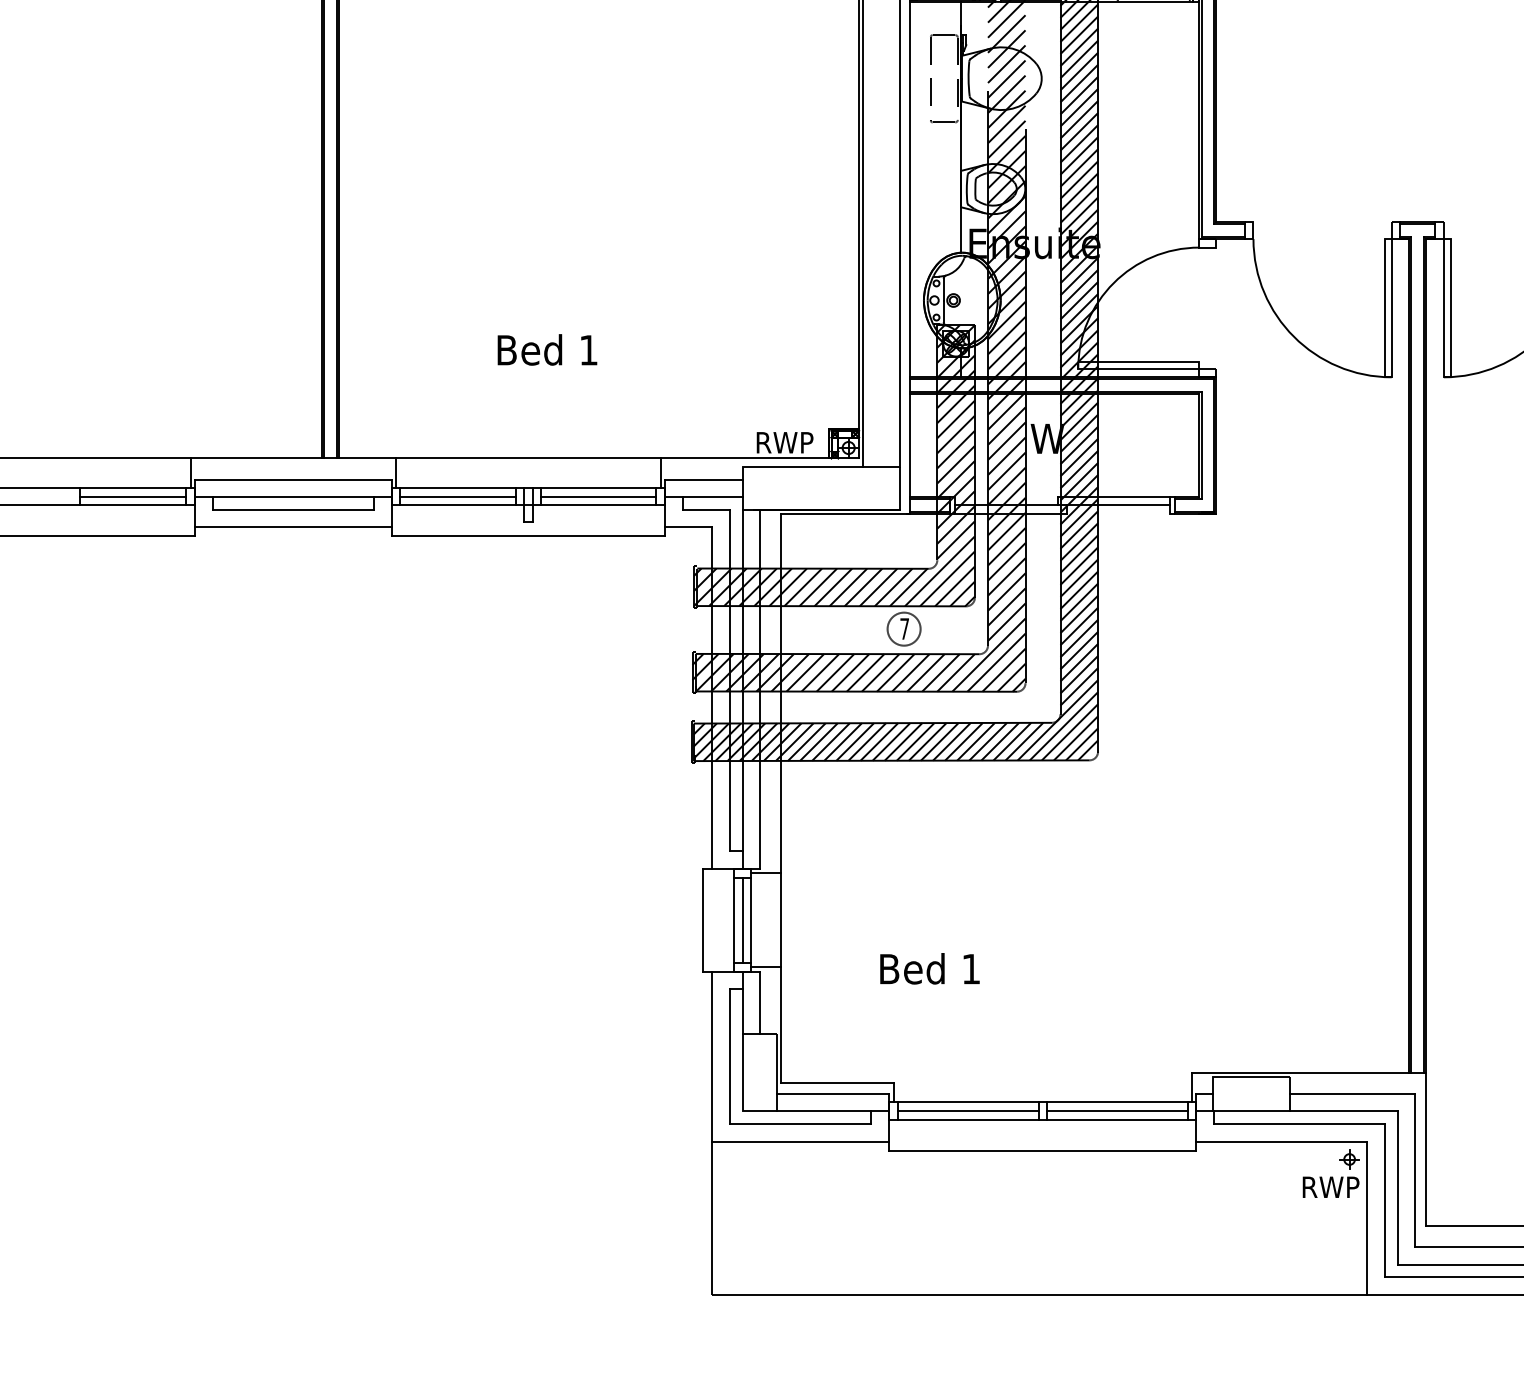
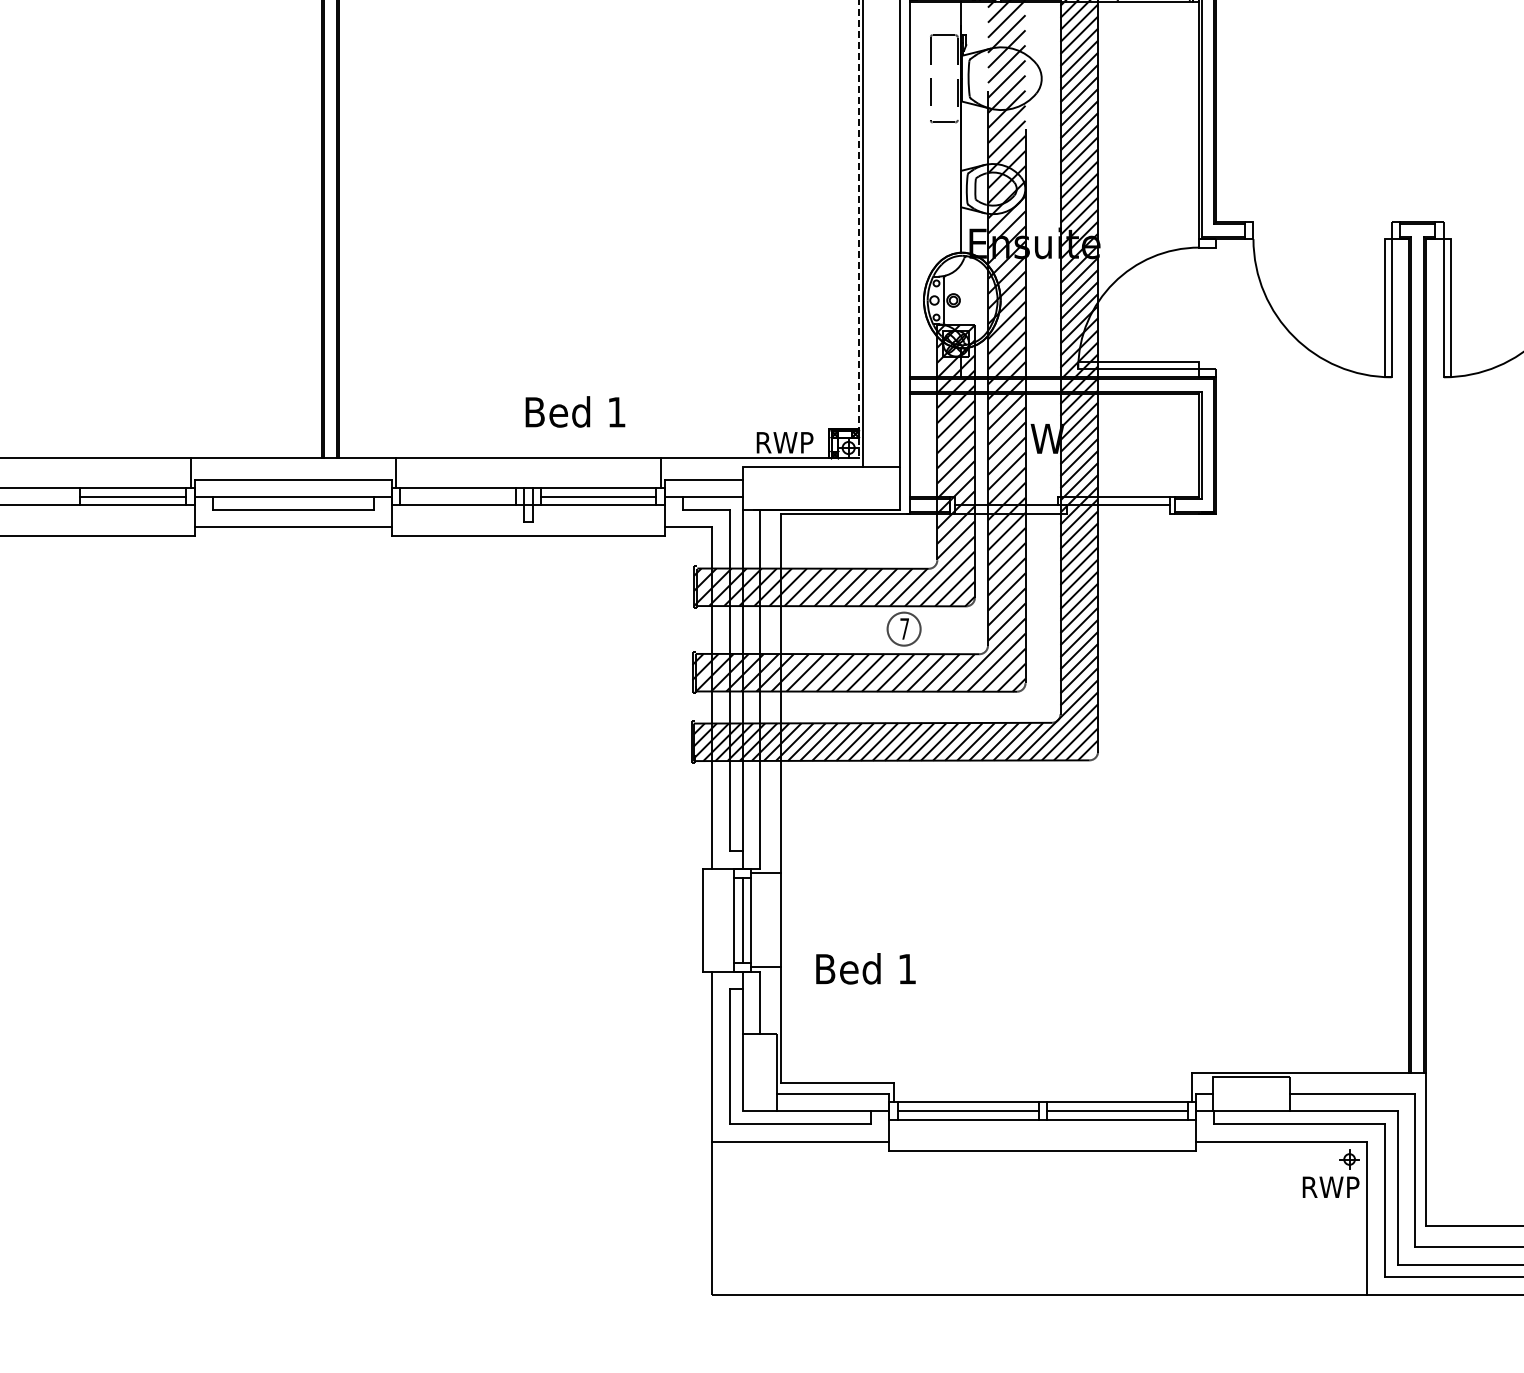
line at (858, 229): solid -> dashed
text at (547, 349) position: (547, 349) -> (575, 411)
line at (457, 496): present -> none
text at (929, 968) position: (929, 968) -> (865, 968)
